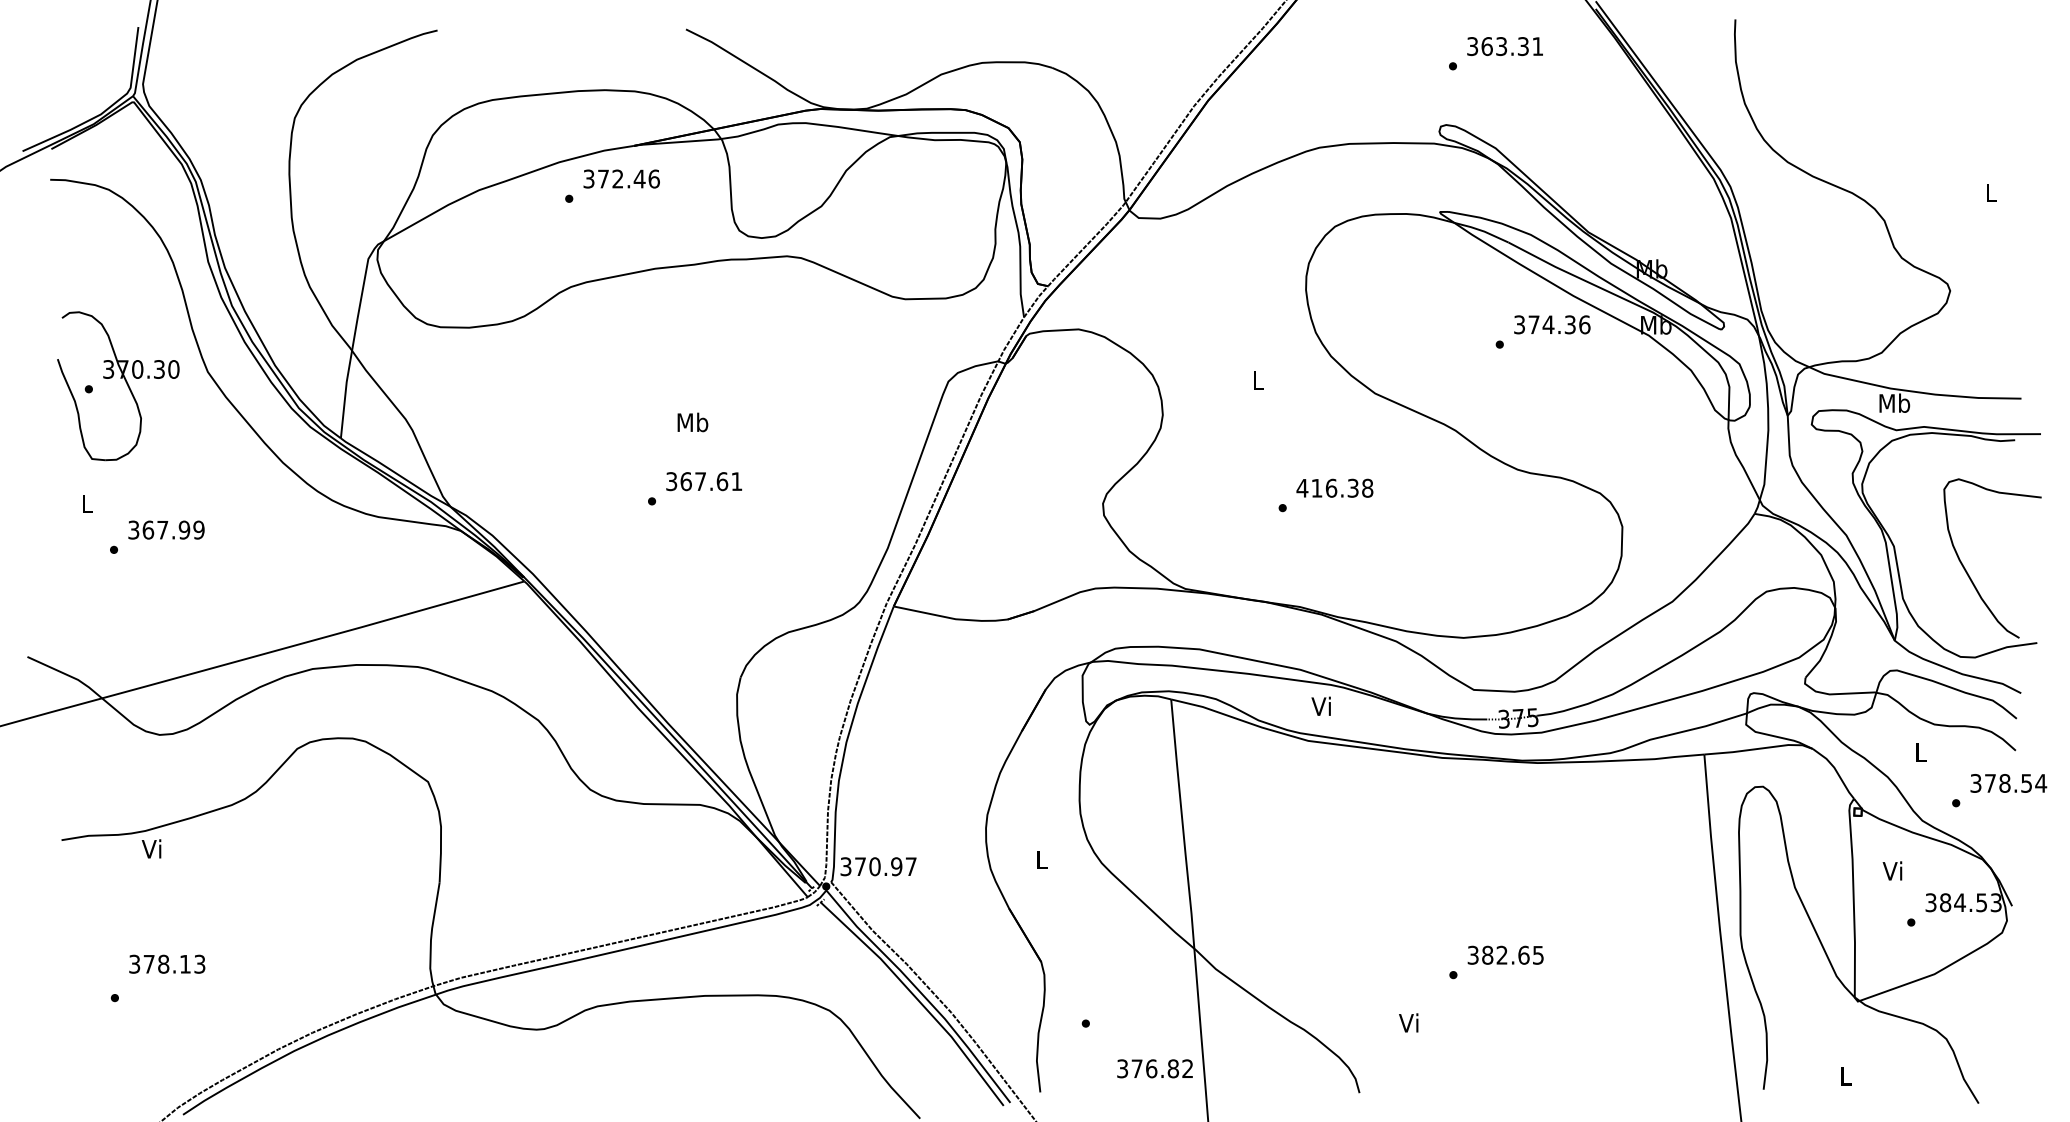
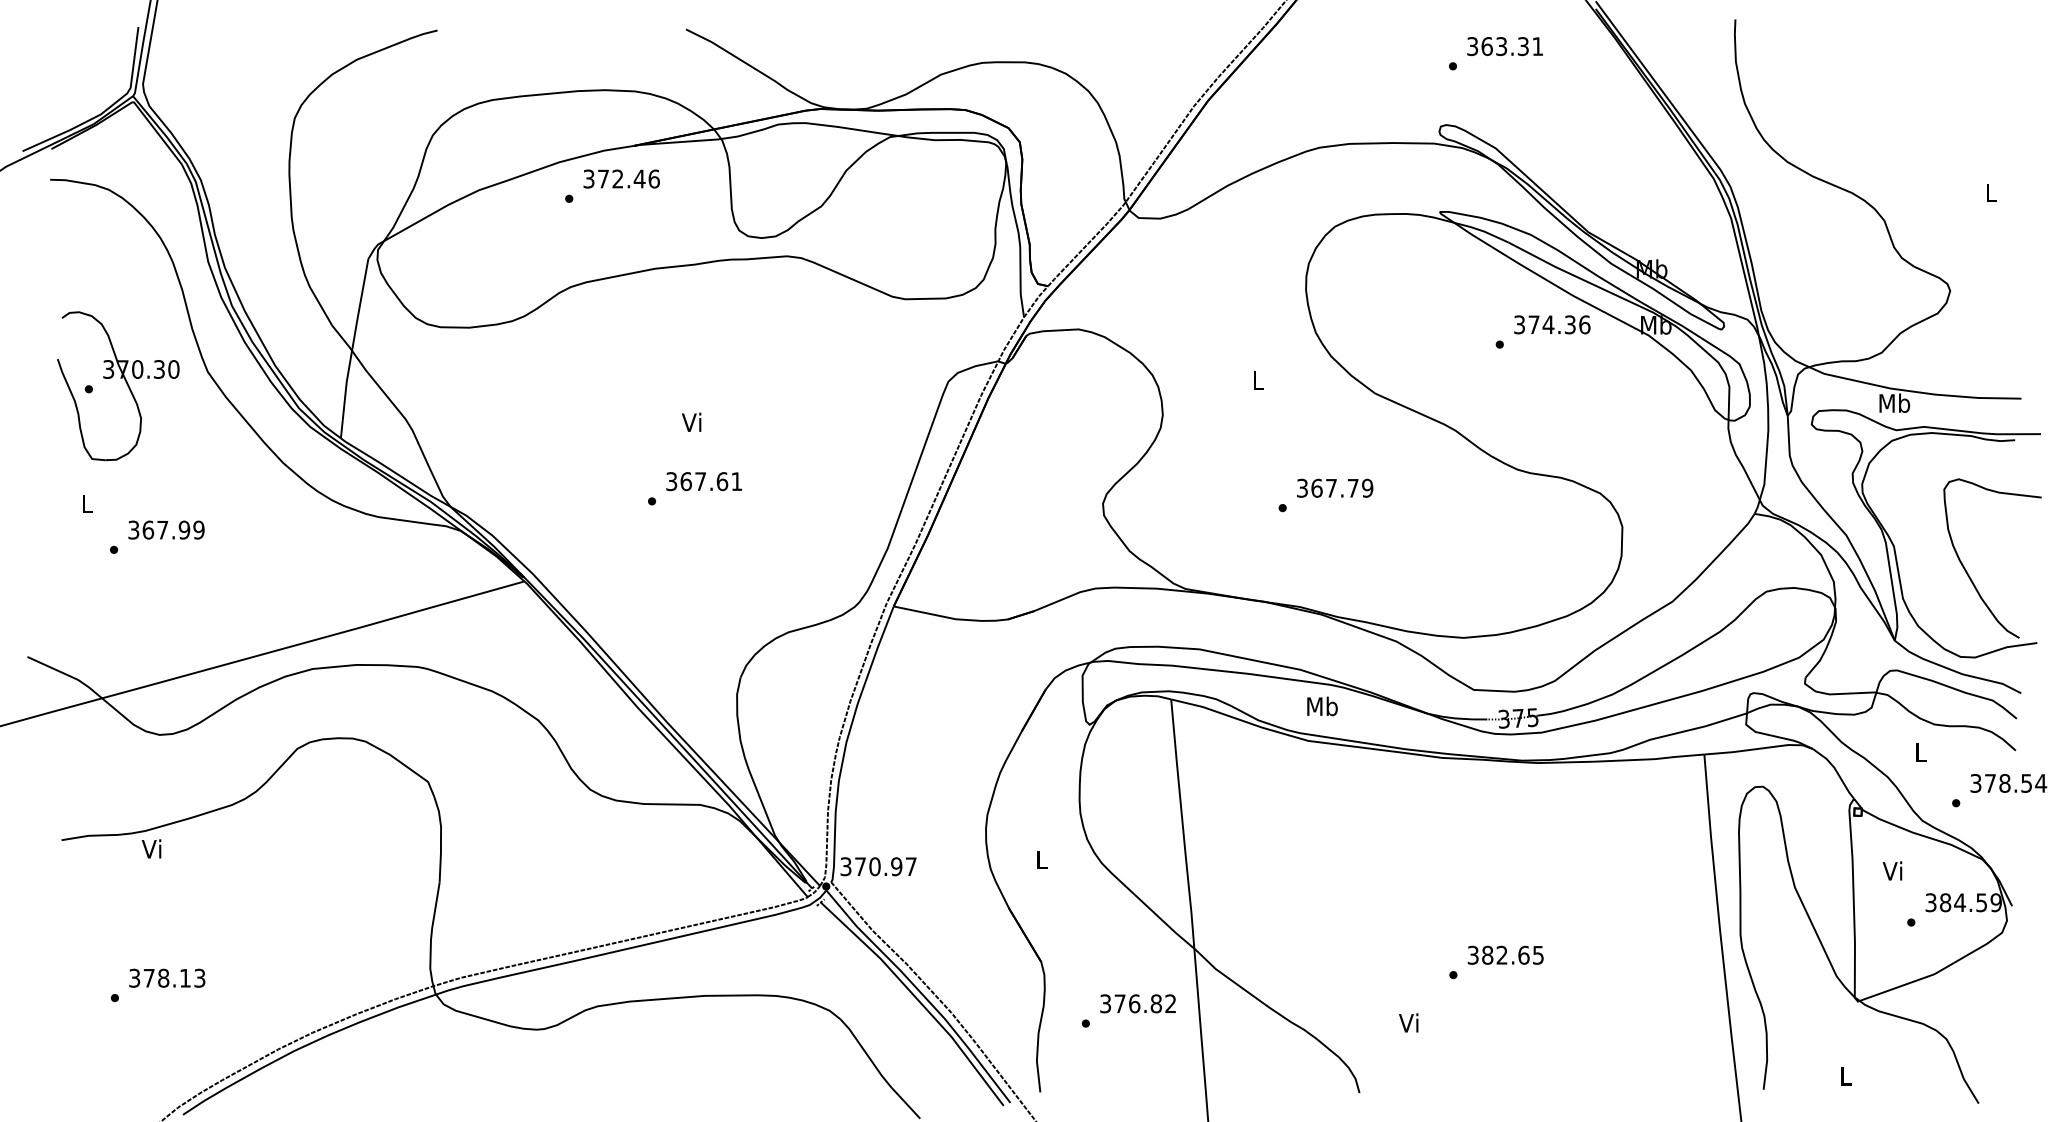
text at (692, 422): Mb -> Vi
text at (1334, 487): 416.38 -> 367.79
text at (1322, 706): Vi -> Mb
text at (1995, 902): 384.53 -> 384.59
text at (167, 963) position: (167, 963) -> (167, 977)
text at (1154, 1068) position: (1154, 1068) -> (1137, 1003)
